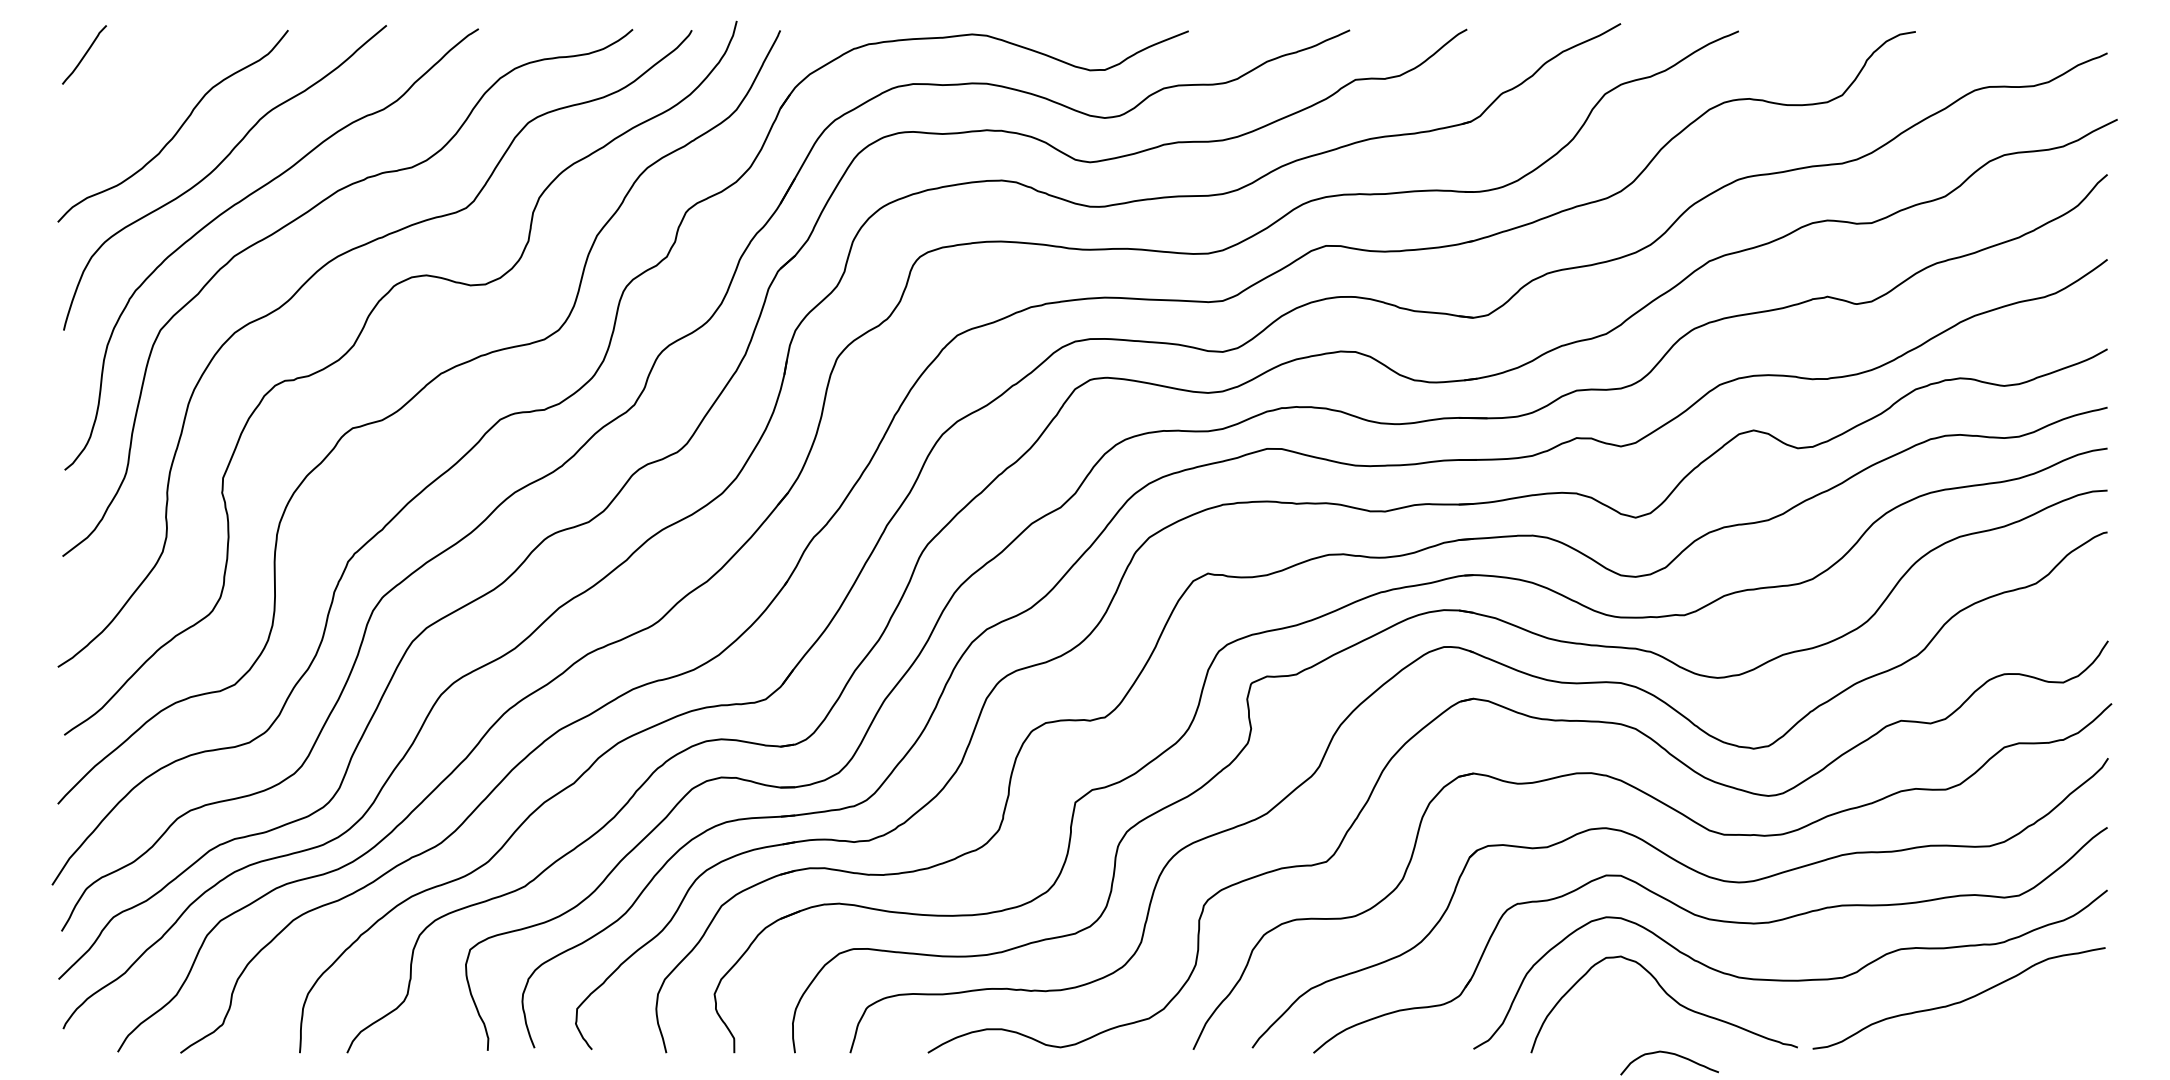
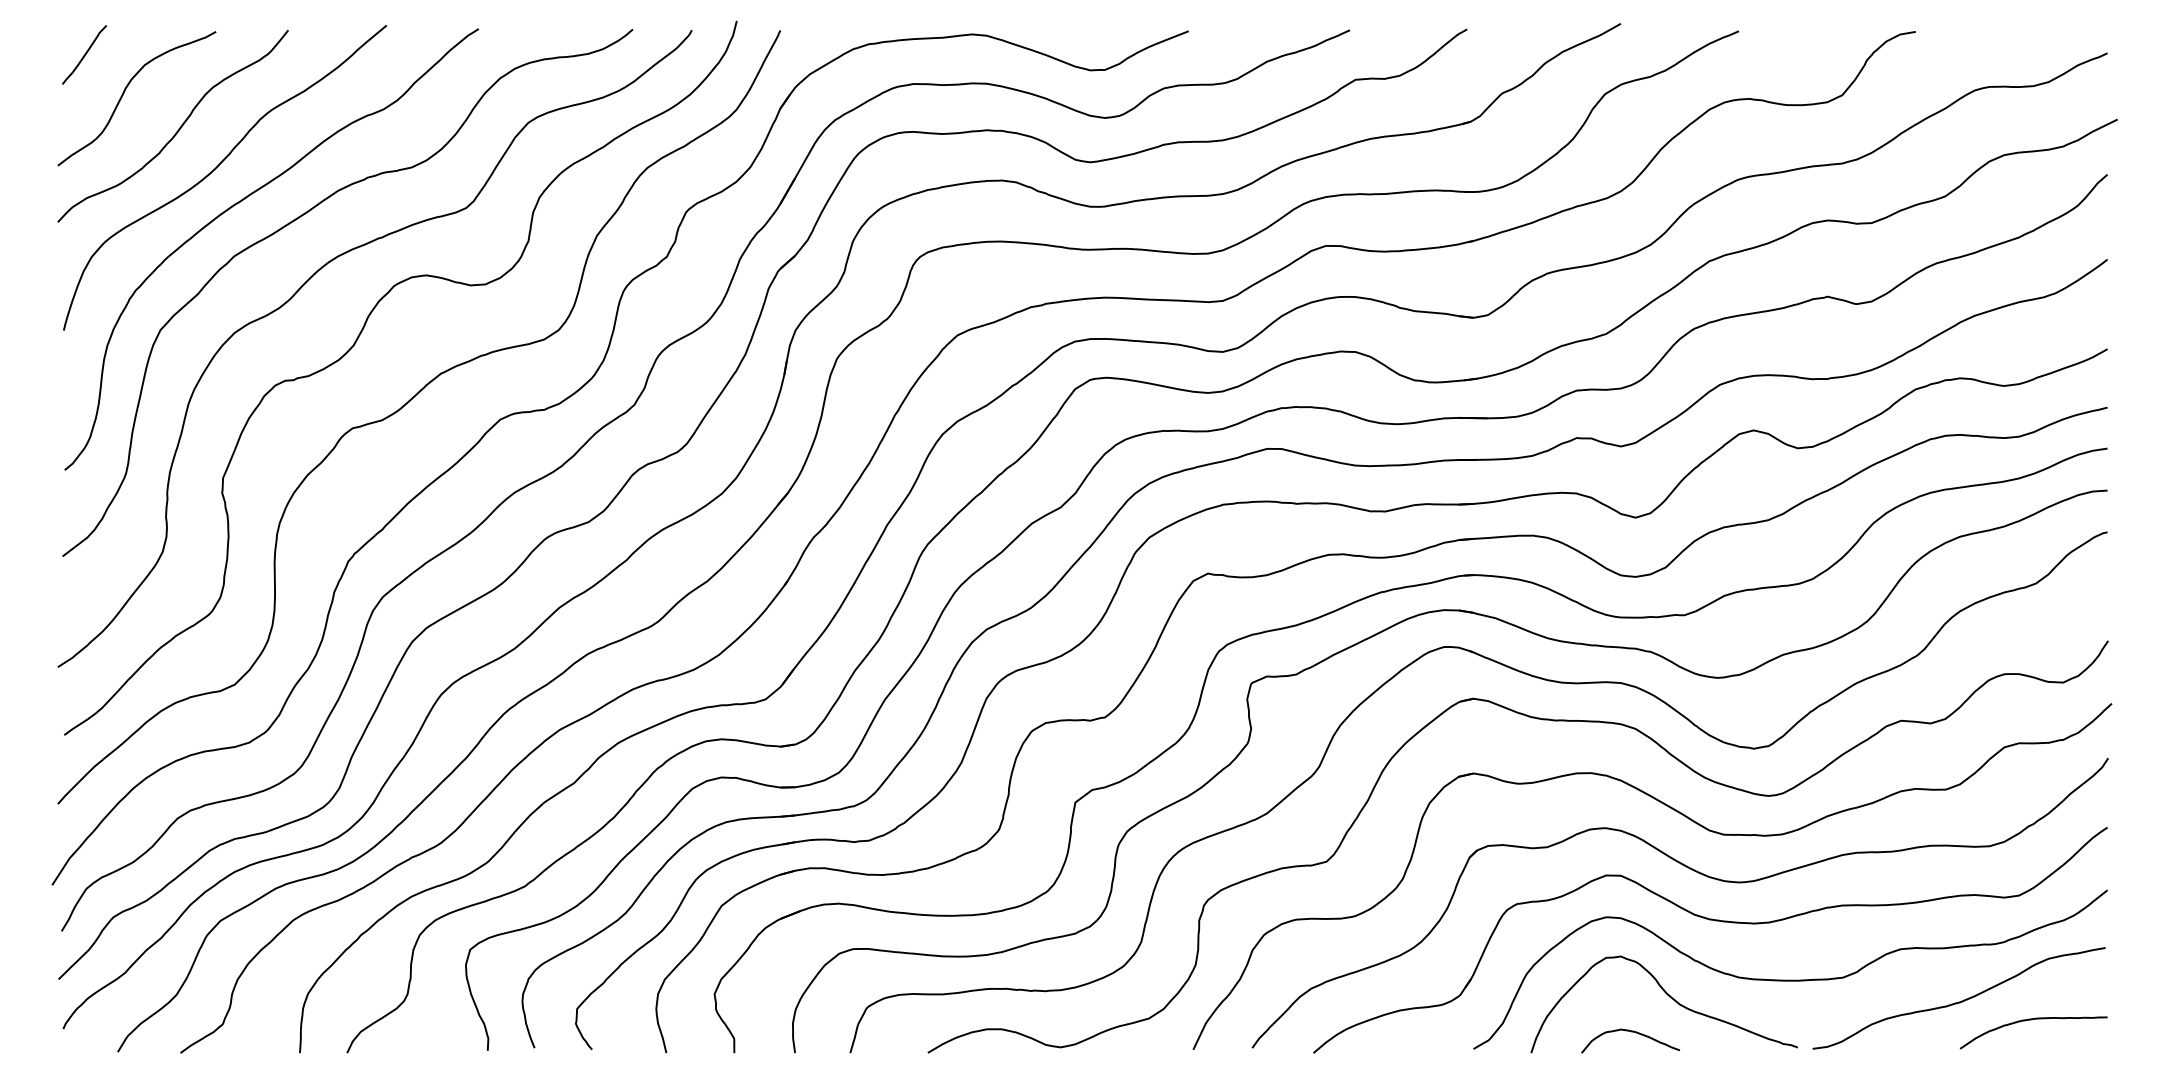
curve at (124, 93): none -> present
curve at (2032, 1020): none -> present
curve at (1670, 1054) position: (1670, 1054) -> (1631, 1032)
